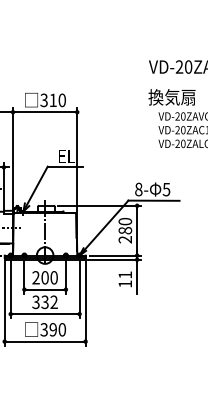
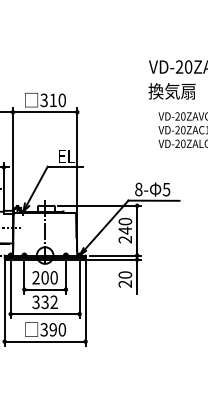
text at (171, 97) position: (171, 97) -> (171, 91)
text at (125, 230): 280 -> 240
text at (125, 279): 11 -> 20
